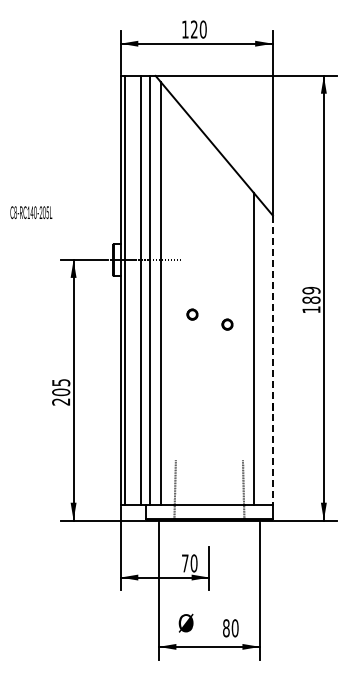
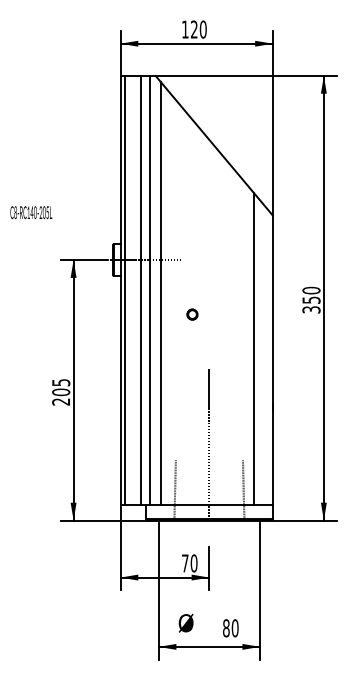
text at (311, 300): 189 -> 350
circle at (227, 324): present -> none
line at (272, 360): dashed -> solid
line at (209, 444): none -> present
